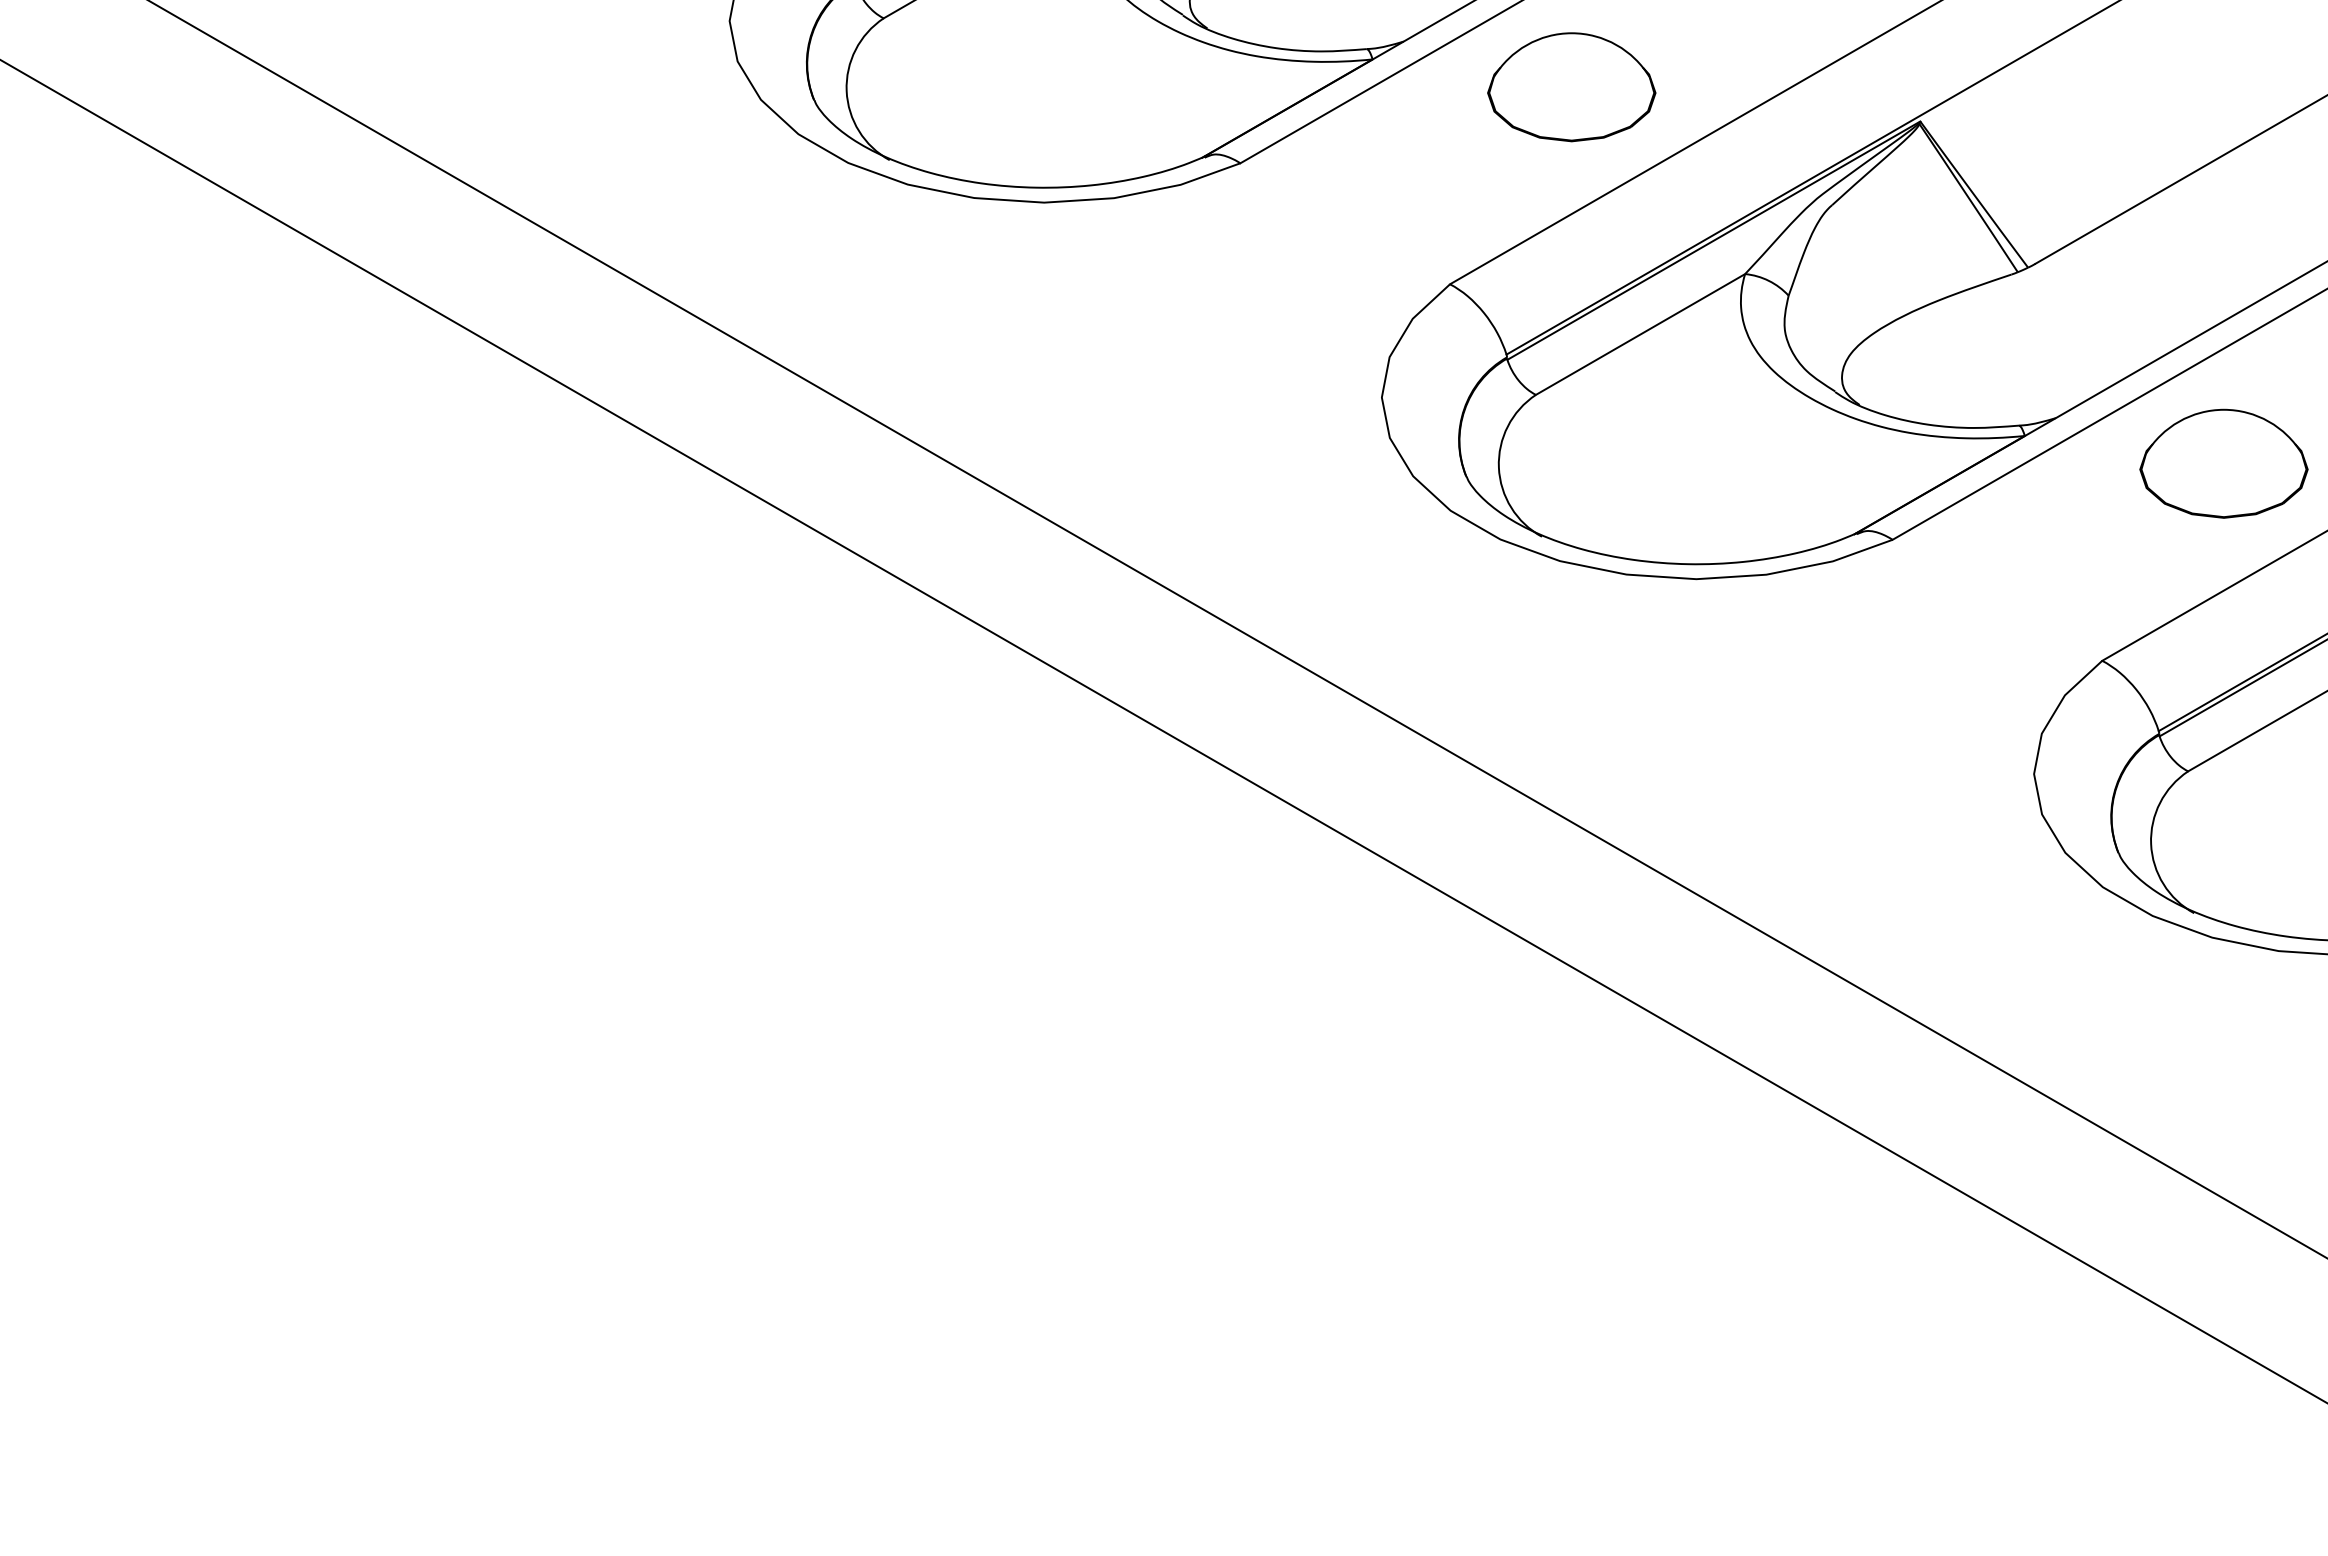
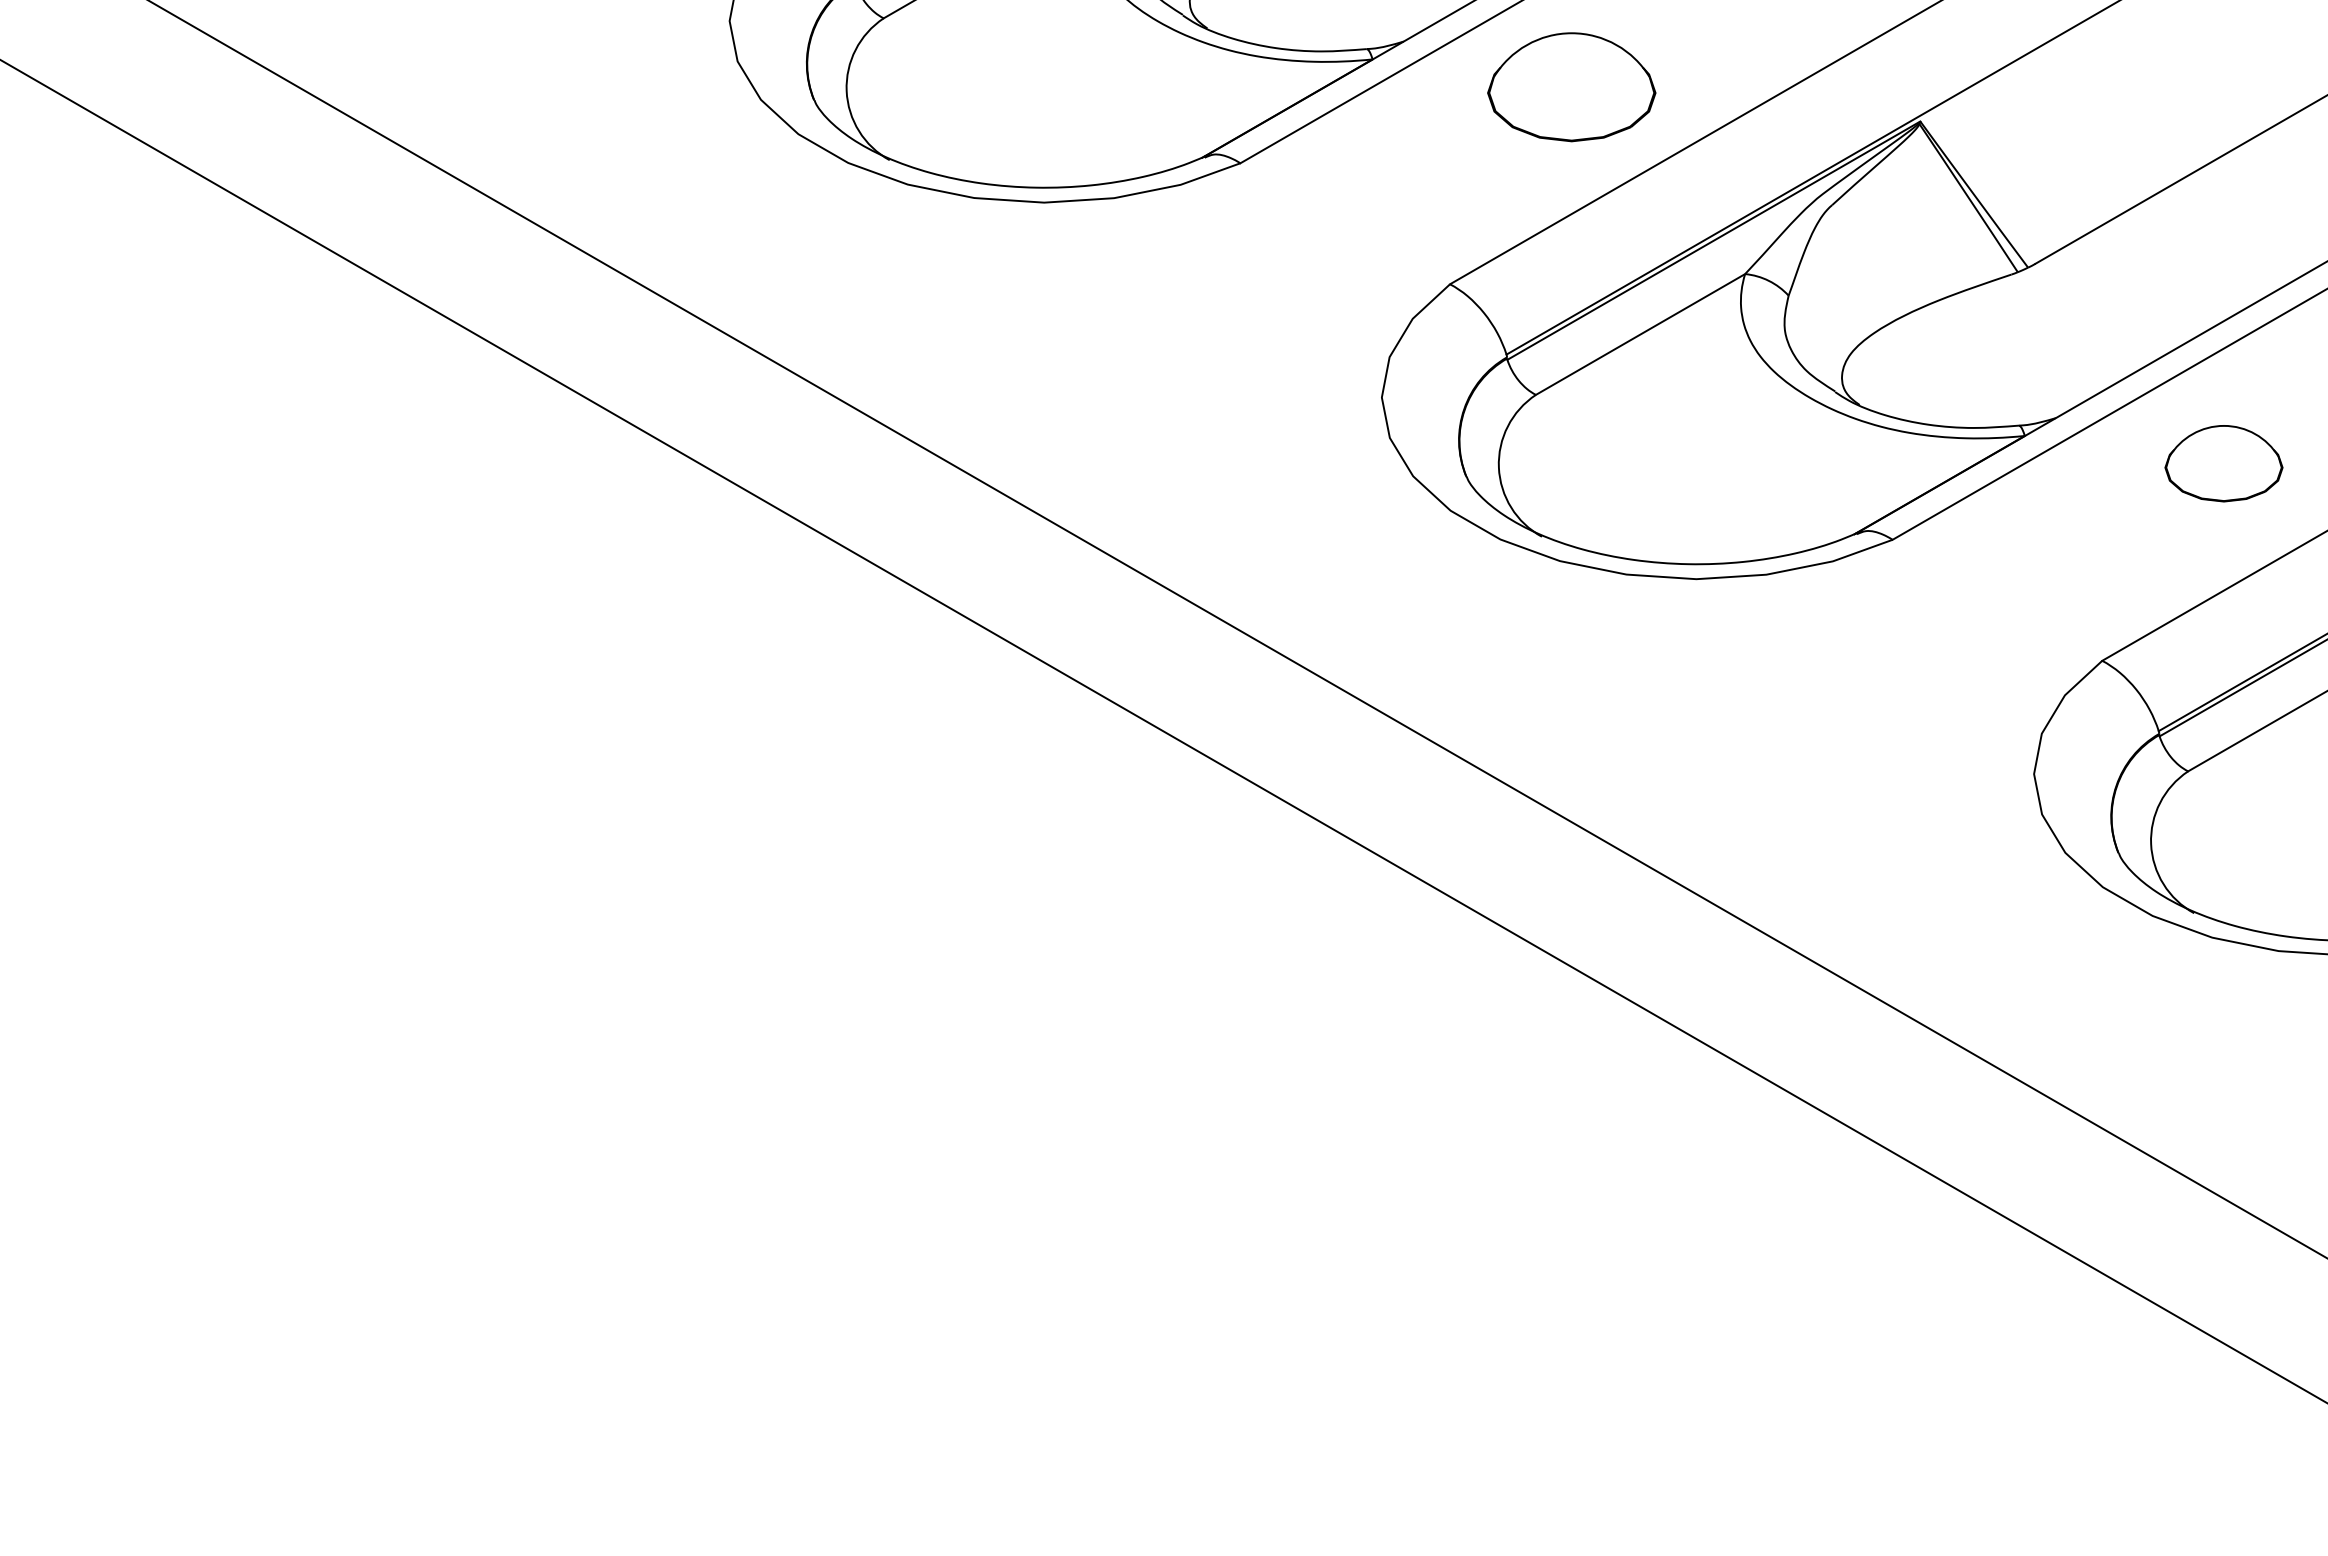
part at (2223, 463) size: 170x111 px -> 120x78 px
